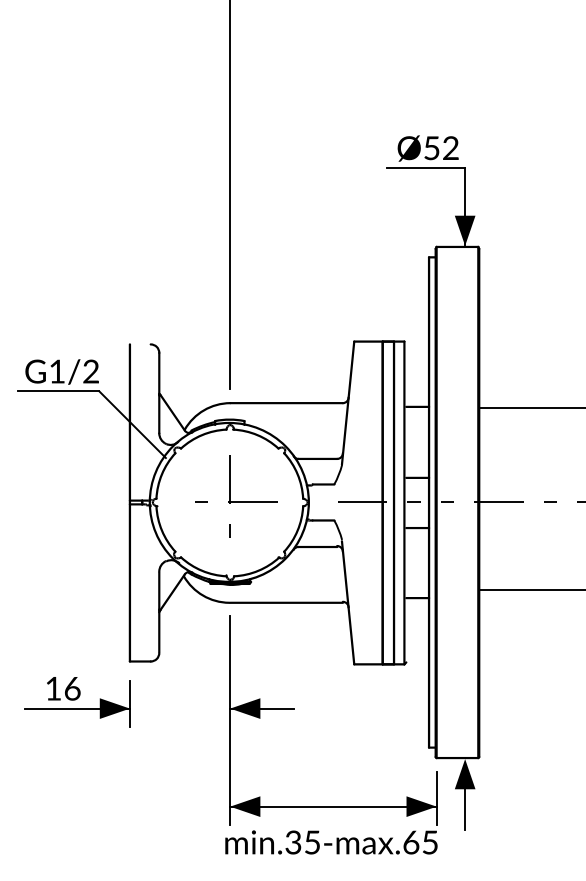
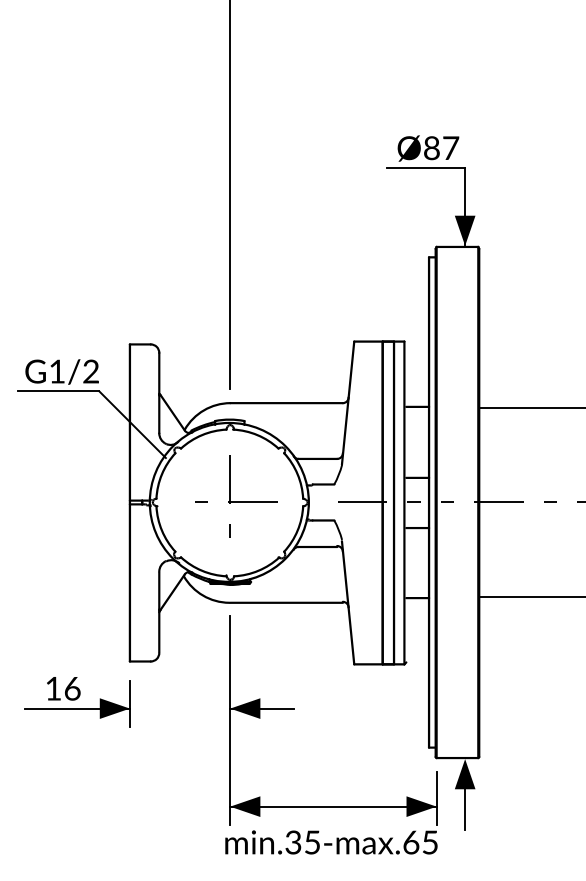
text at (441, 148): Ø52 -> Ø87
fill at (139, 344): none -> present
line at (530, 590) position: (530, 590) -> (530, 597)
